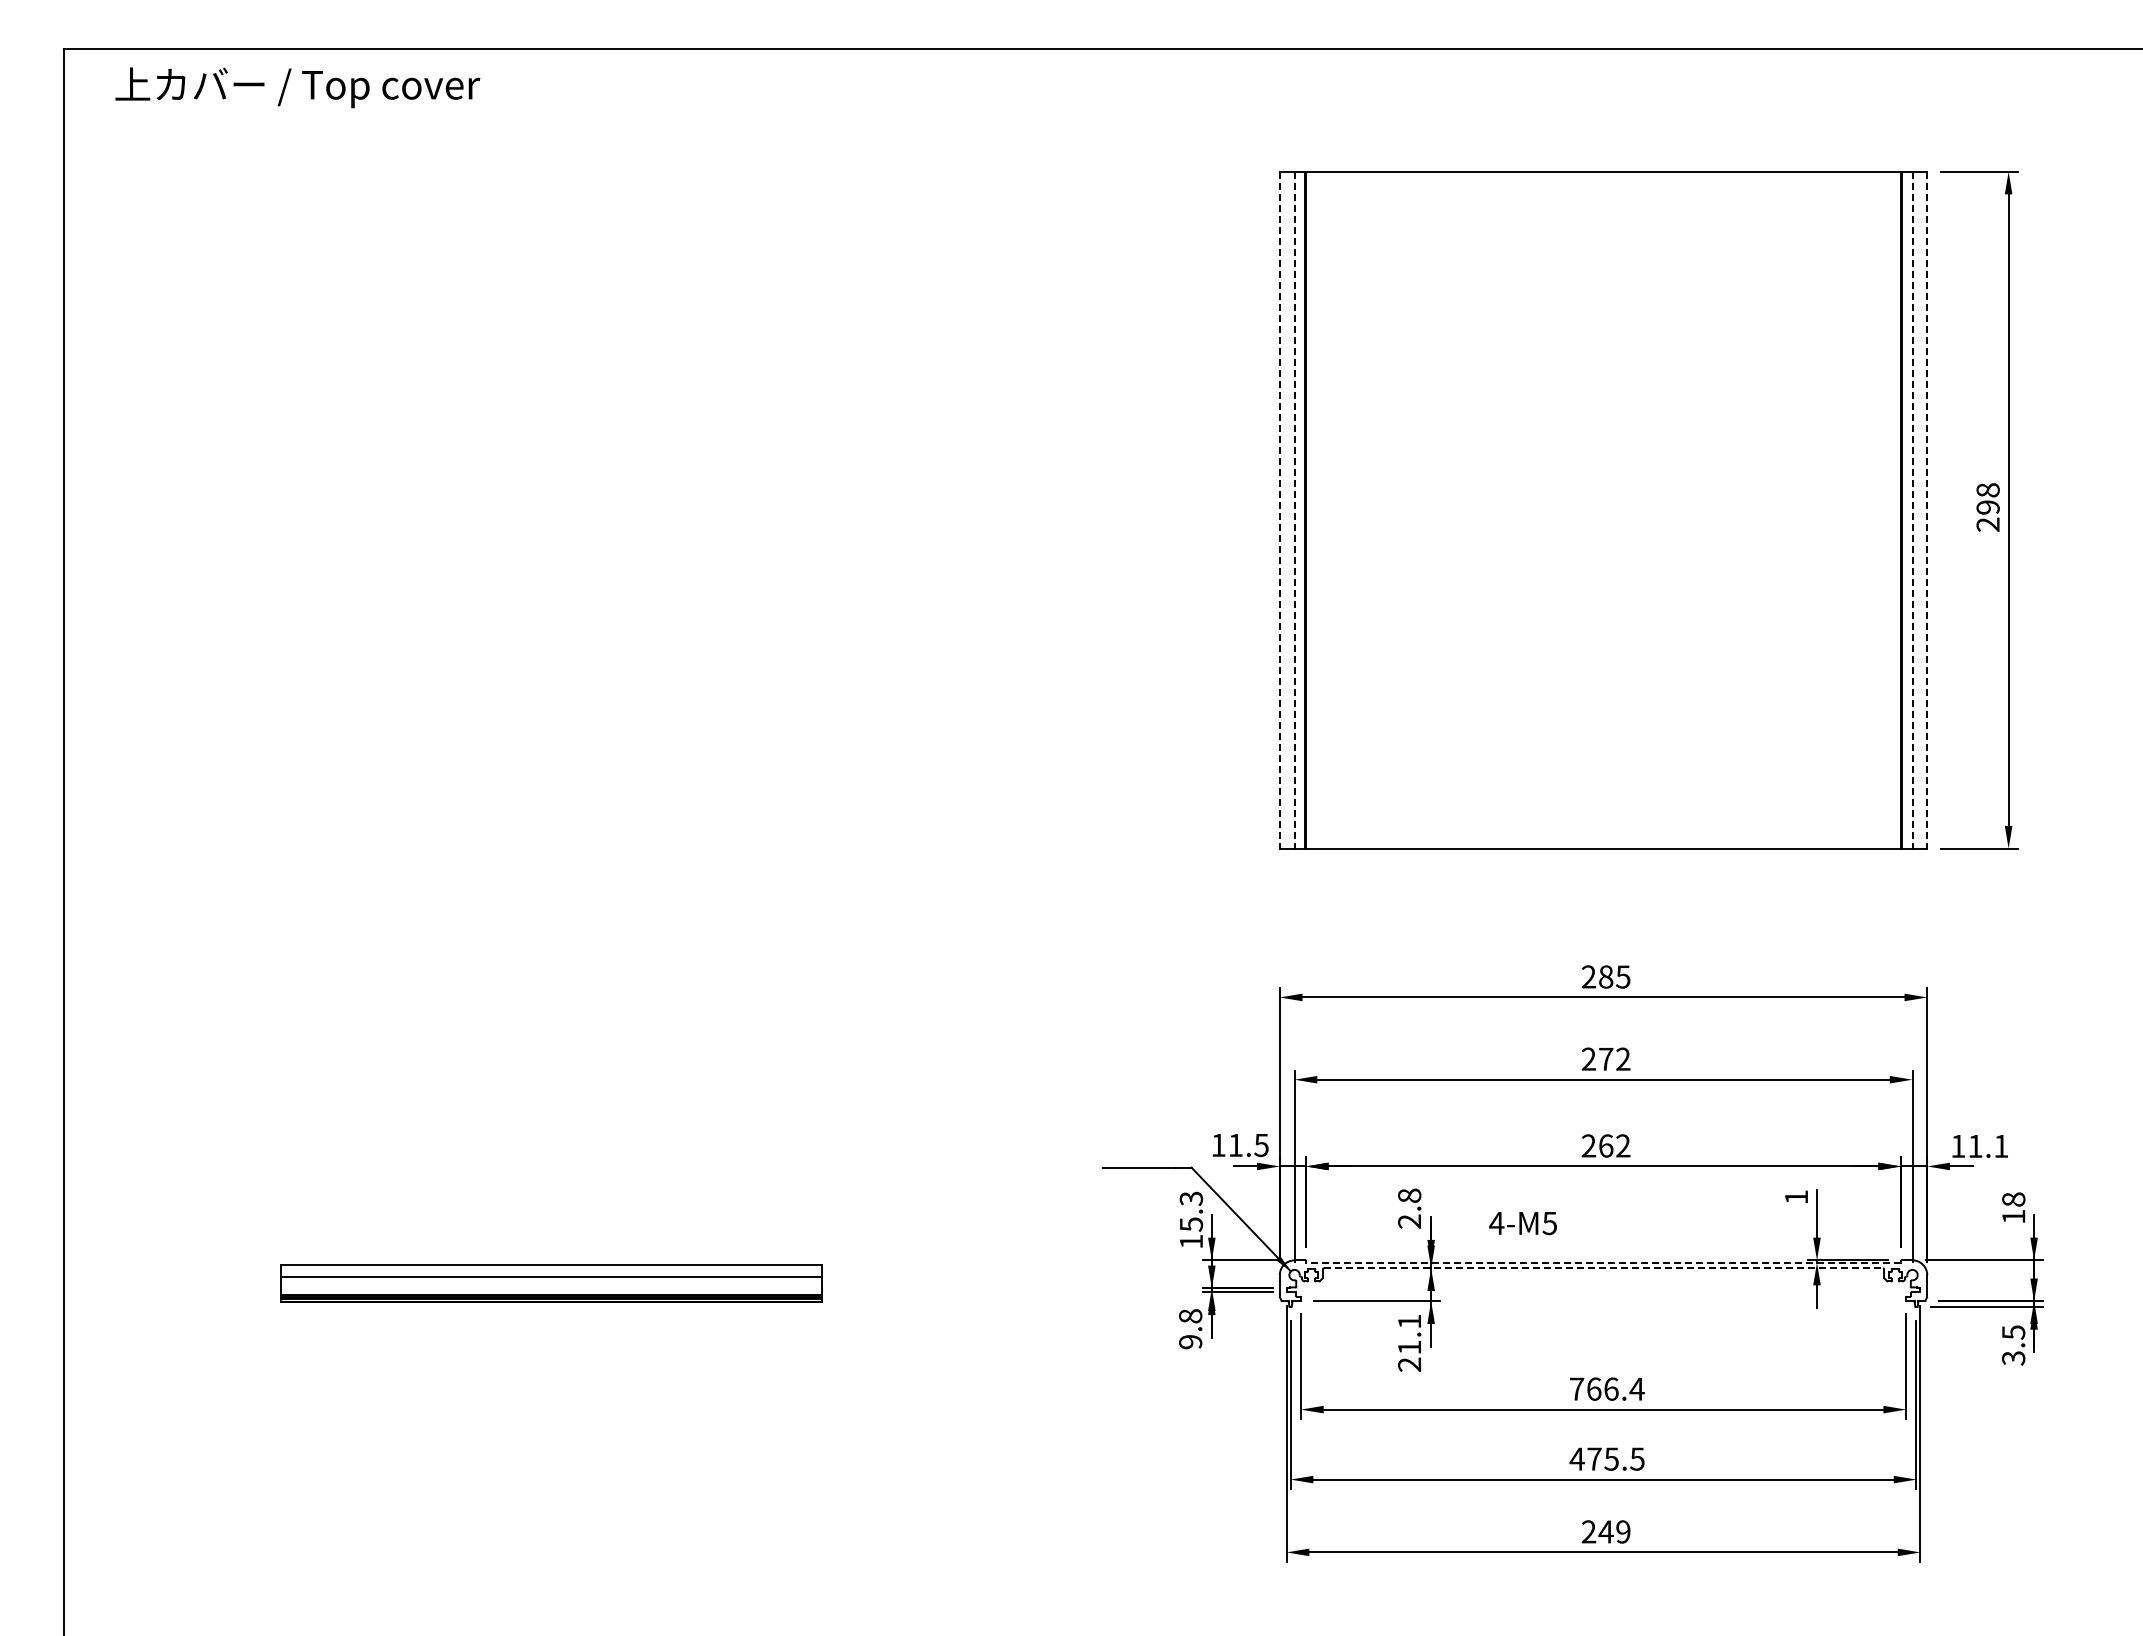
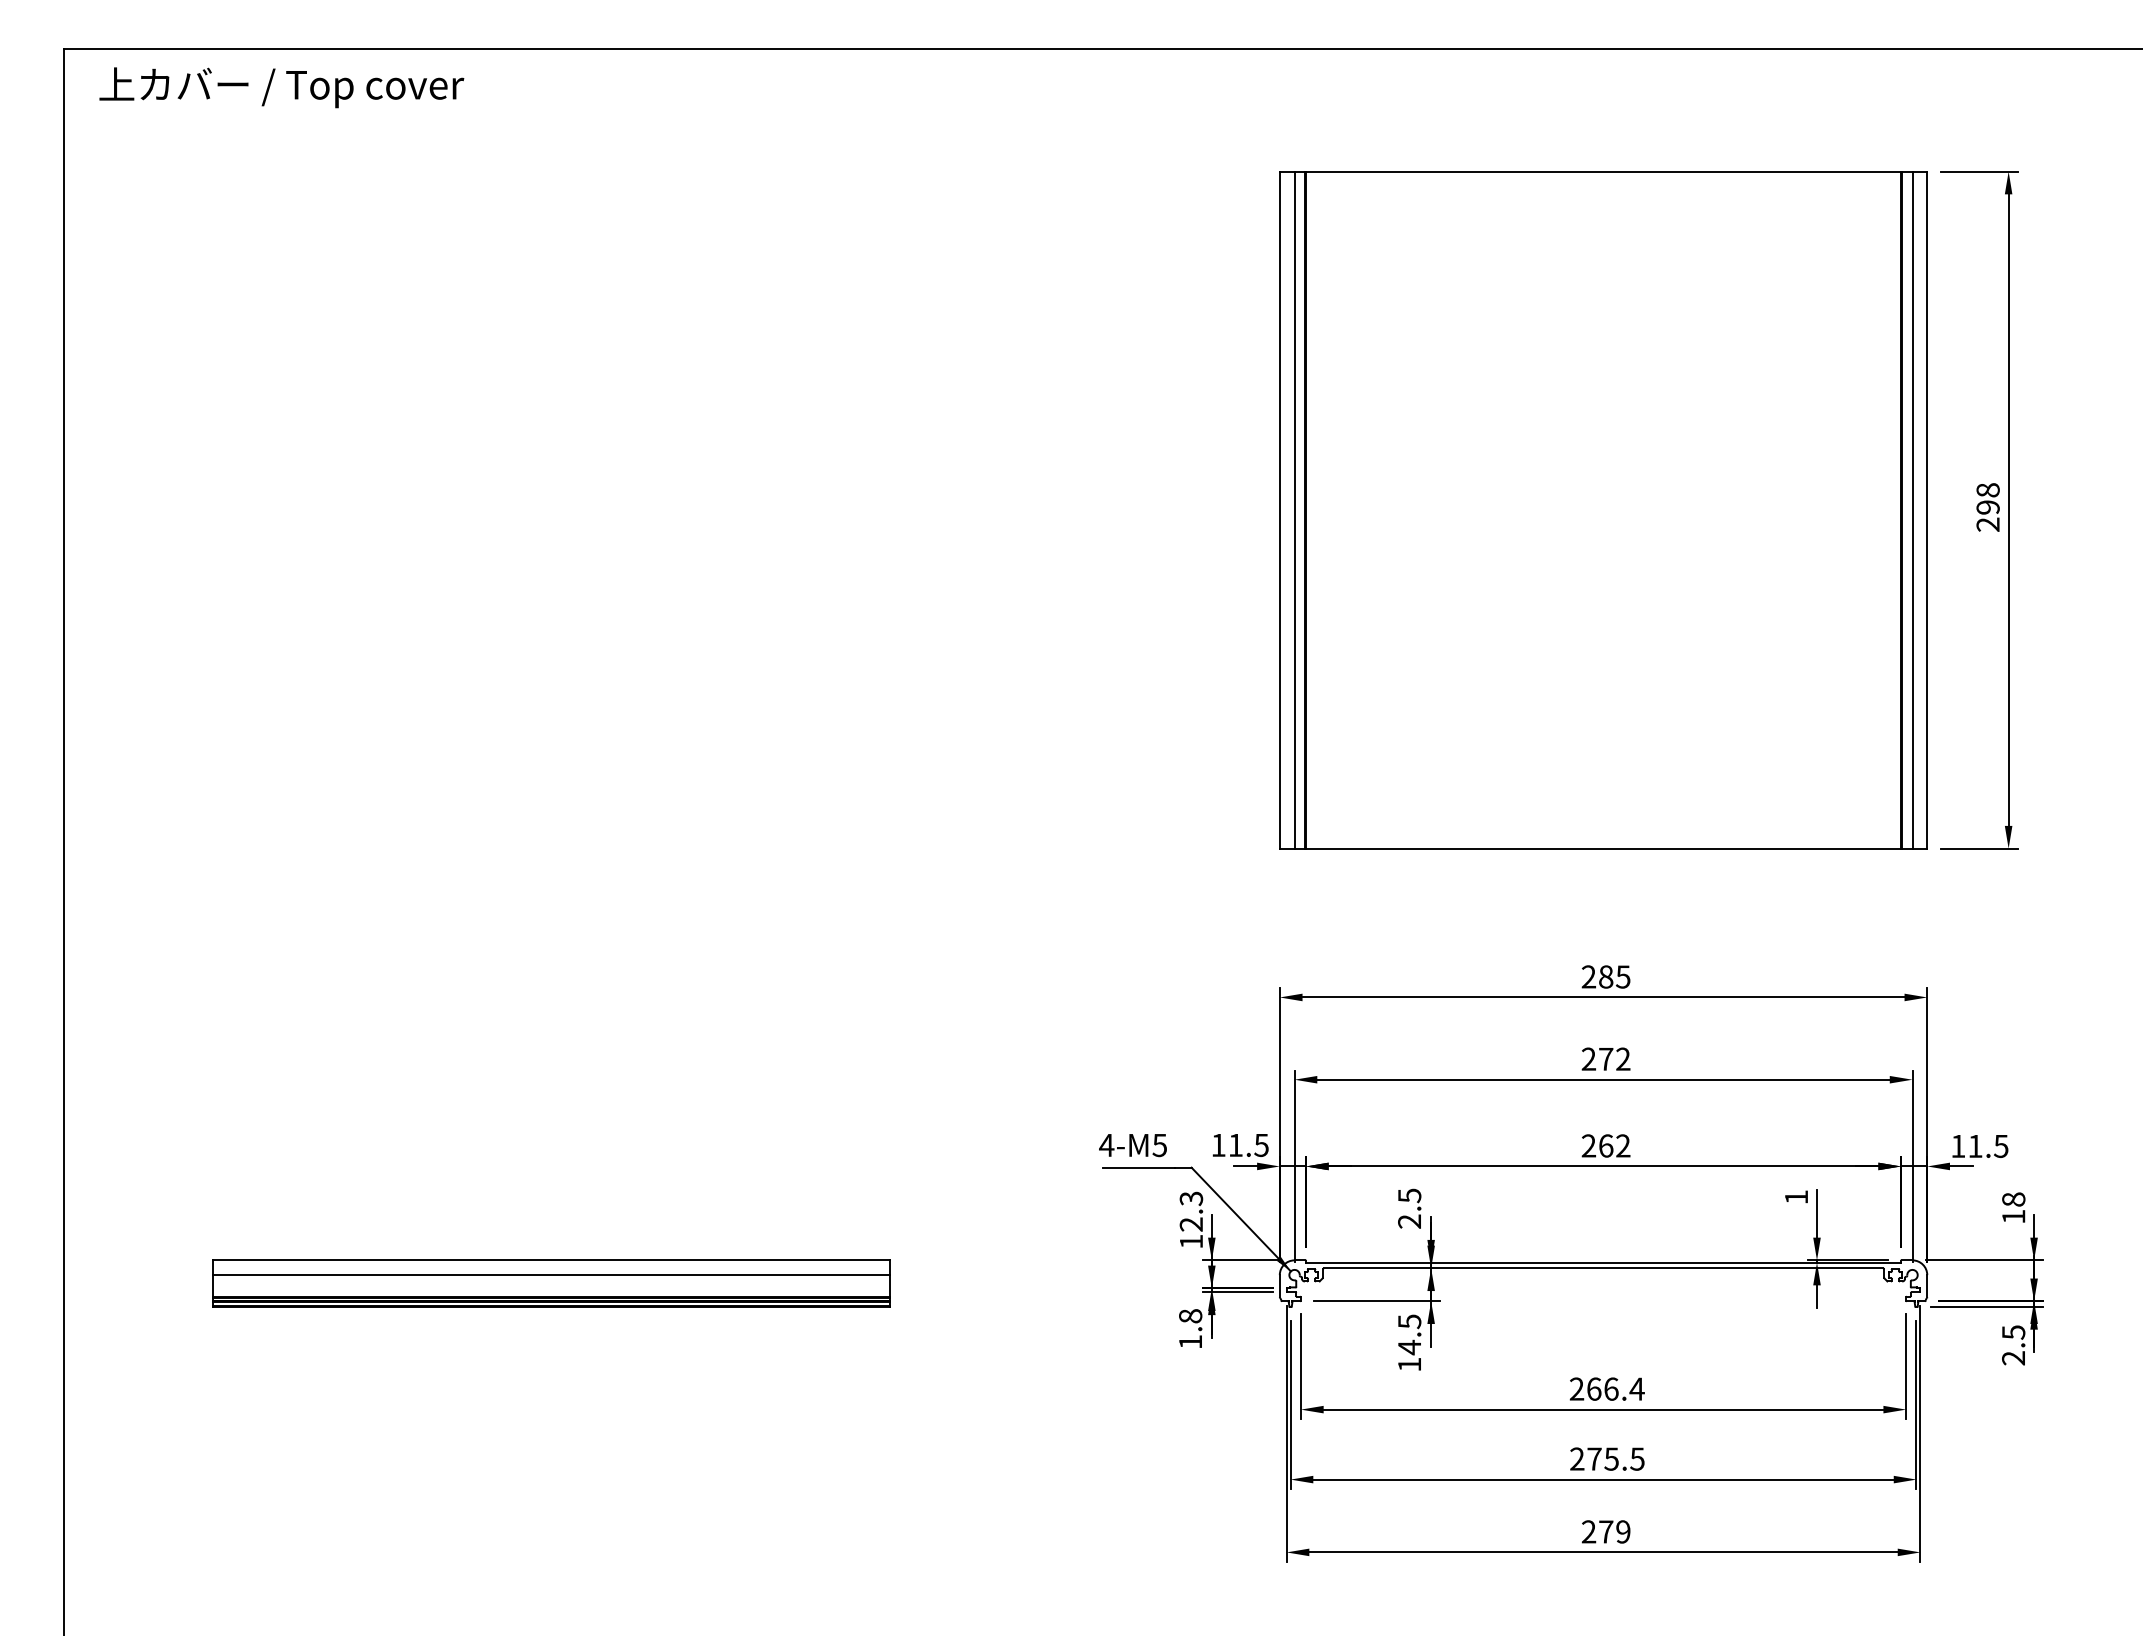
text at (297, 87) position: (297, 87) -> (281, 87)
line at (1279, 510): dashed -> solid
line at (1294, 510): dashed -> solid
line at (1912, 510): dashed -> solid
line at (1927, 510): dashed -> solid
text at (2001, 1146): 11.1 -> 11.5
text at (1409, 1195): 2.8 -> 2.5
text at (1522, 1223) position: (1522, 1223) -> (1132, 1145)
text at (1191, 1224): 15.3 -> 12.3
line at (1603, 1262): dashed -> solid
line at (1604, 1268): dashed -> solid
part at (551, 1283) size: 543x39 px -> 679x49 px
text at (1190, 1342): 9.8 -> 1.8
text at (1409, 1342): 21.1 -> 14.5
text at (2013, 1358): 3.5 -> 2.5
text at (1576, 1388): 766.4 -> 266.4
text at (1576, 1458): 475.5 -> 275.5
text at (1605, 1531): 249 -> 279
